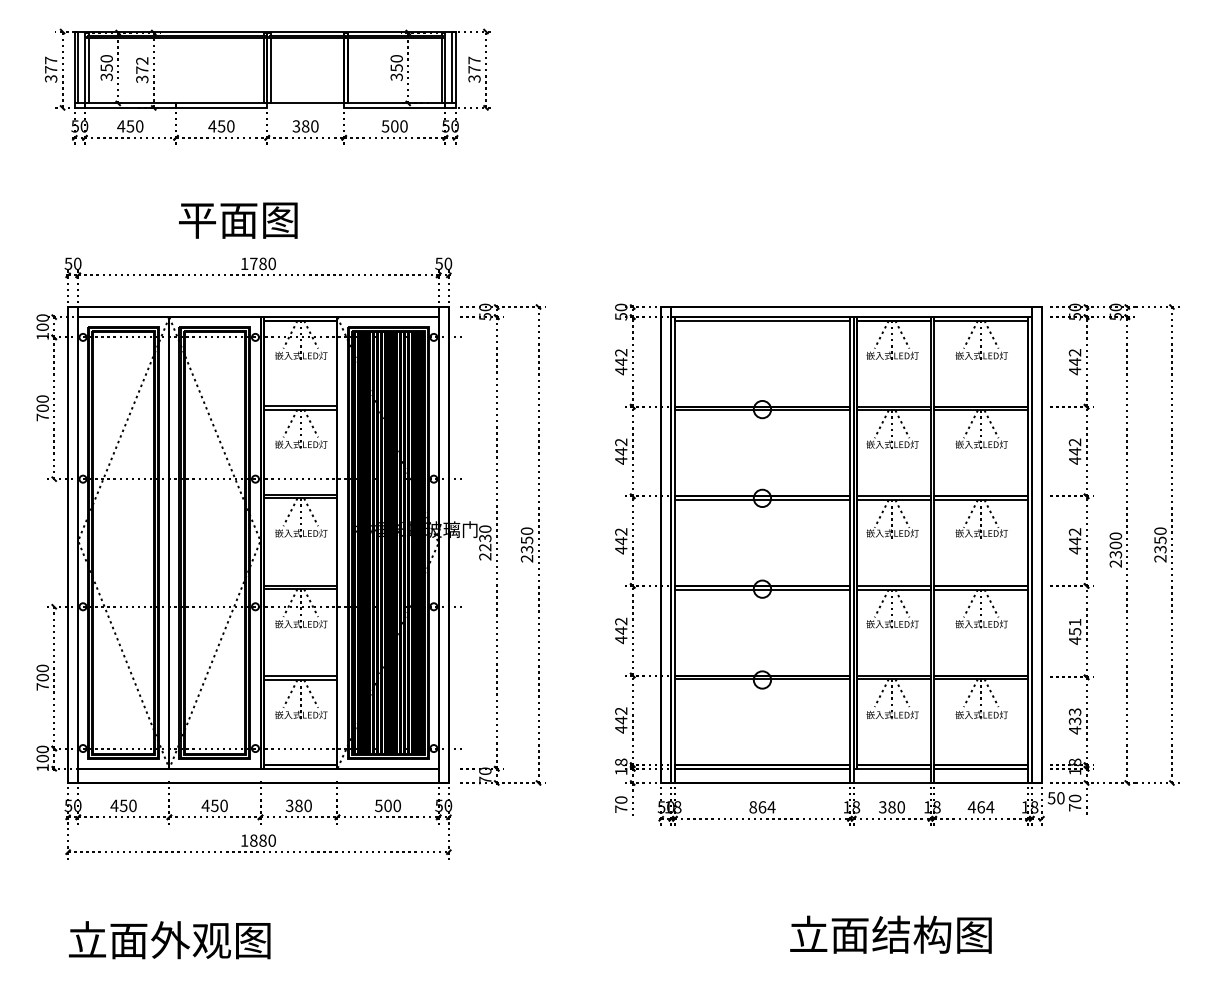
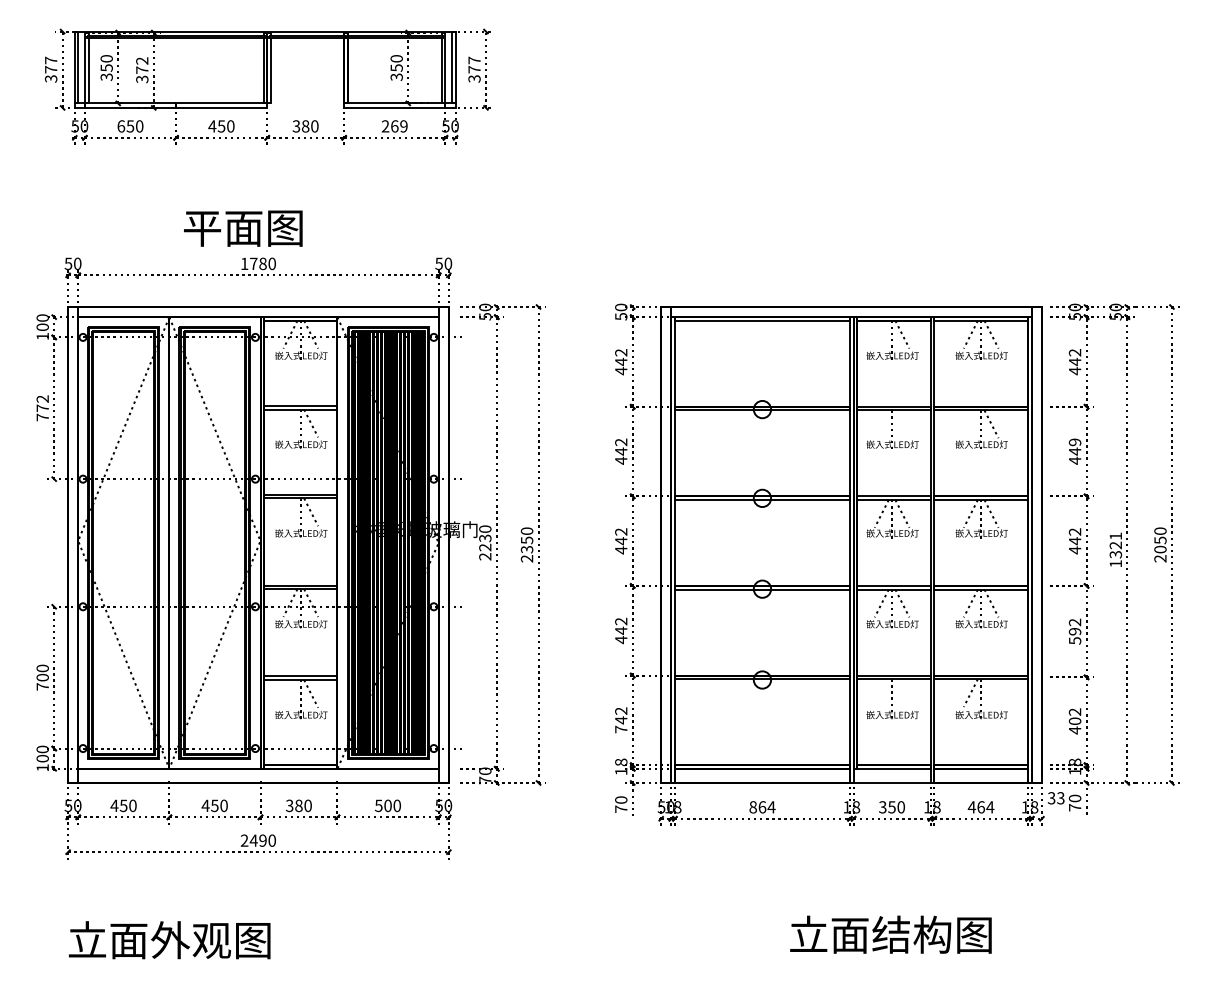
line at (307, 103): present -> none
text at (121, 126): 450 -> 650
text at (394, 126): 500 -> 269
text at (238, 220) position: (238, 220) -> (243, 228)
line at (881, 334): present -> none
text at (42, 403): 700 -> 772
line at (290, 423): present -> none
line at (881, 424): present -> none
line at (902, 424): present -> none
line at (970, 424): present -> none
text at (1075, 442): 442 -> 449
line at (290, 512): present -> none
text at (1115, 549): 2300 -> 1321
text at (1160, 549): 2350 -> 2050
text at (1074, 631): 451 -> 592
line at (881, 692): present -> none
line at (902, 692): present -> none
line at (991, 692): present -> none
line at (290, 693): present -> none
text at (1075, 716): 433 -> 402
text at (621, 729): 442 -> 742
text at (1056, 798): 50 -> 33
text at (891, 807): 380 -> 350
text at (253, 840): 1880 -> 2490
